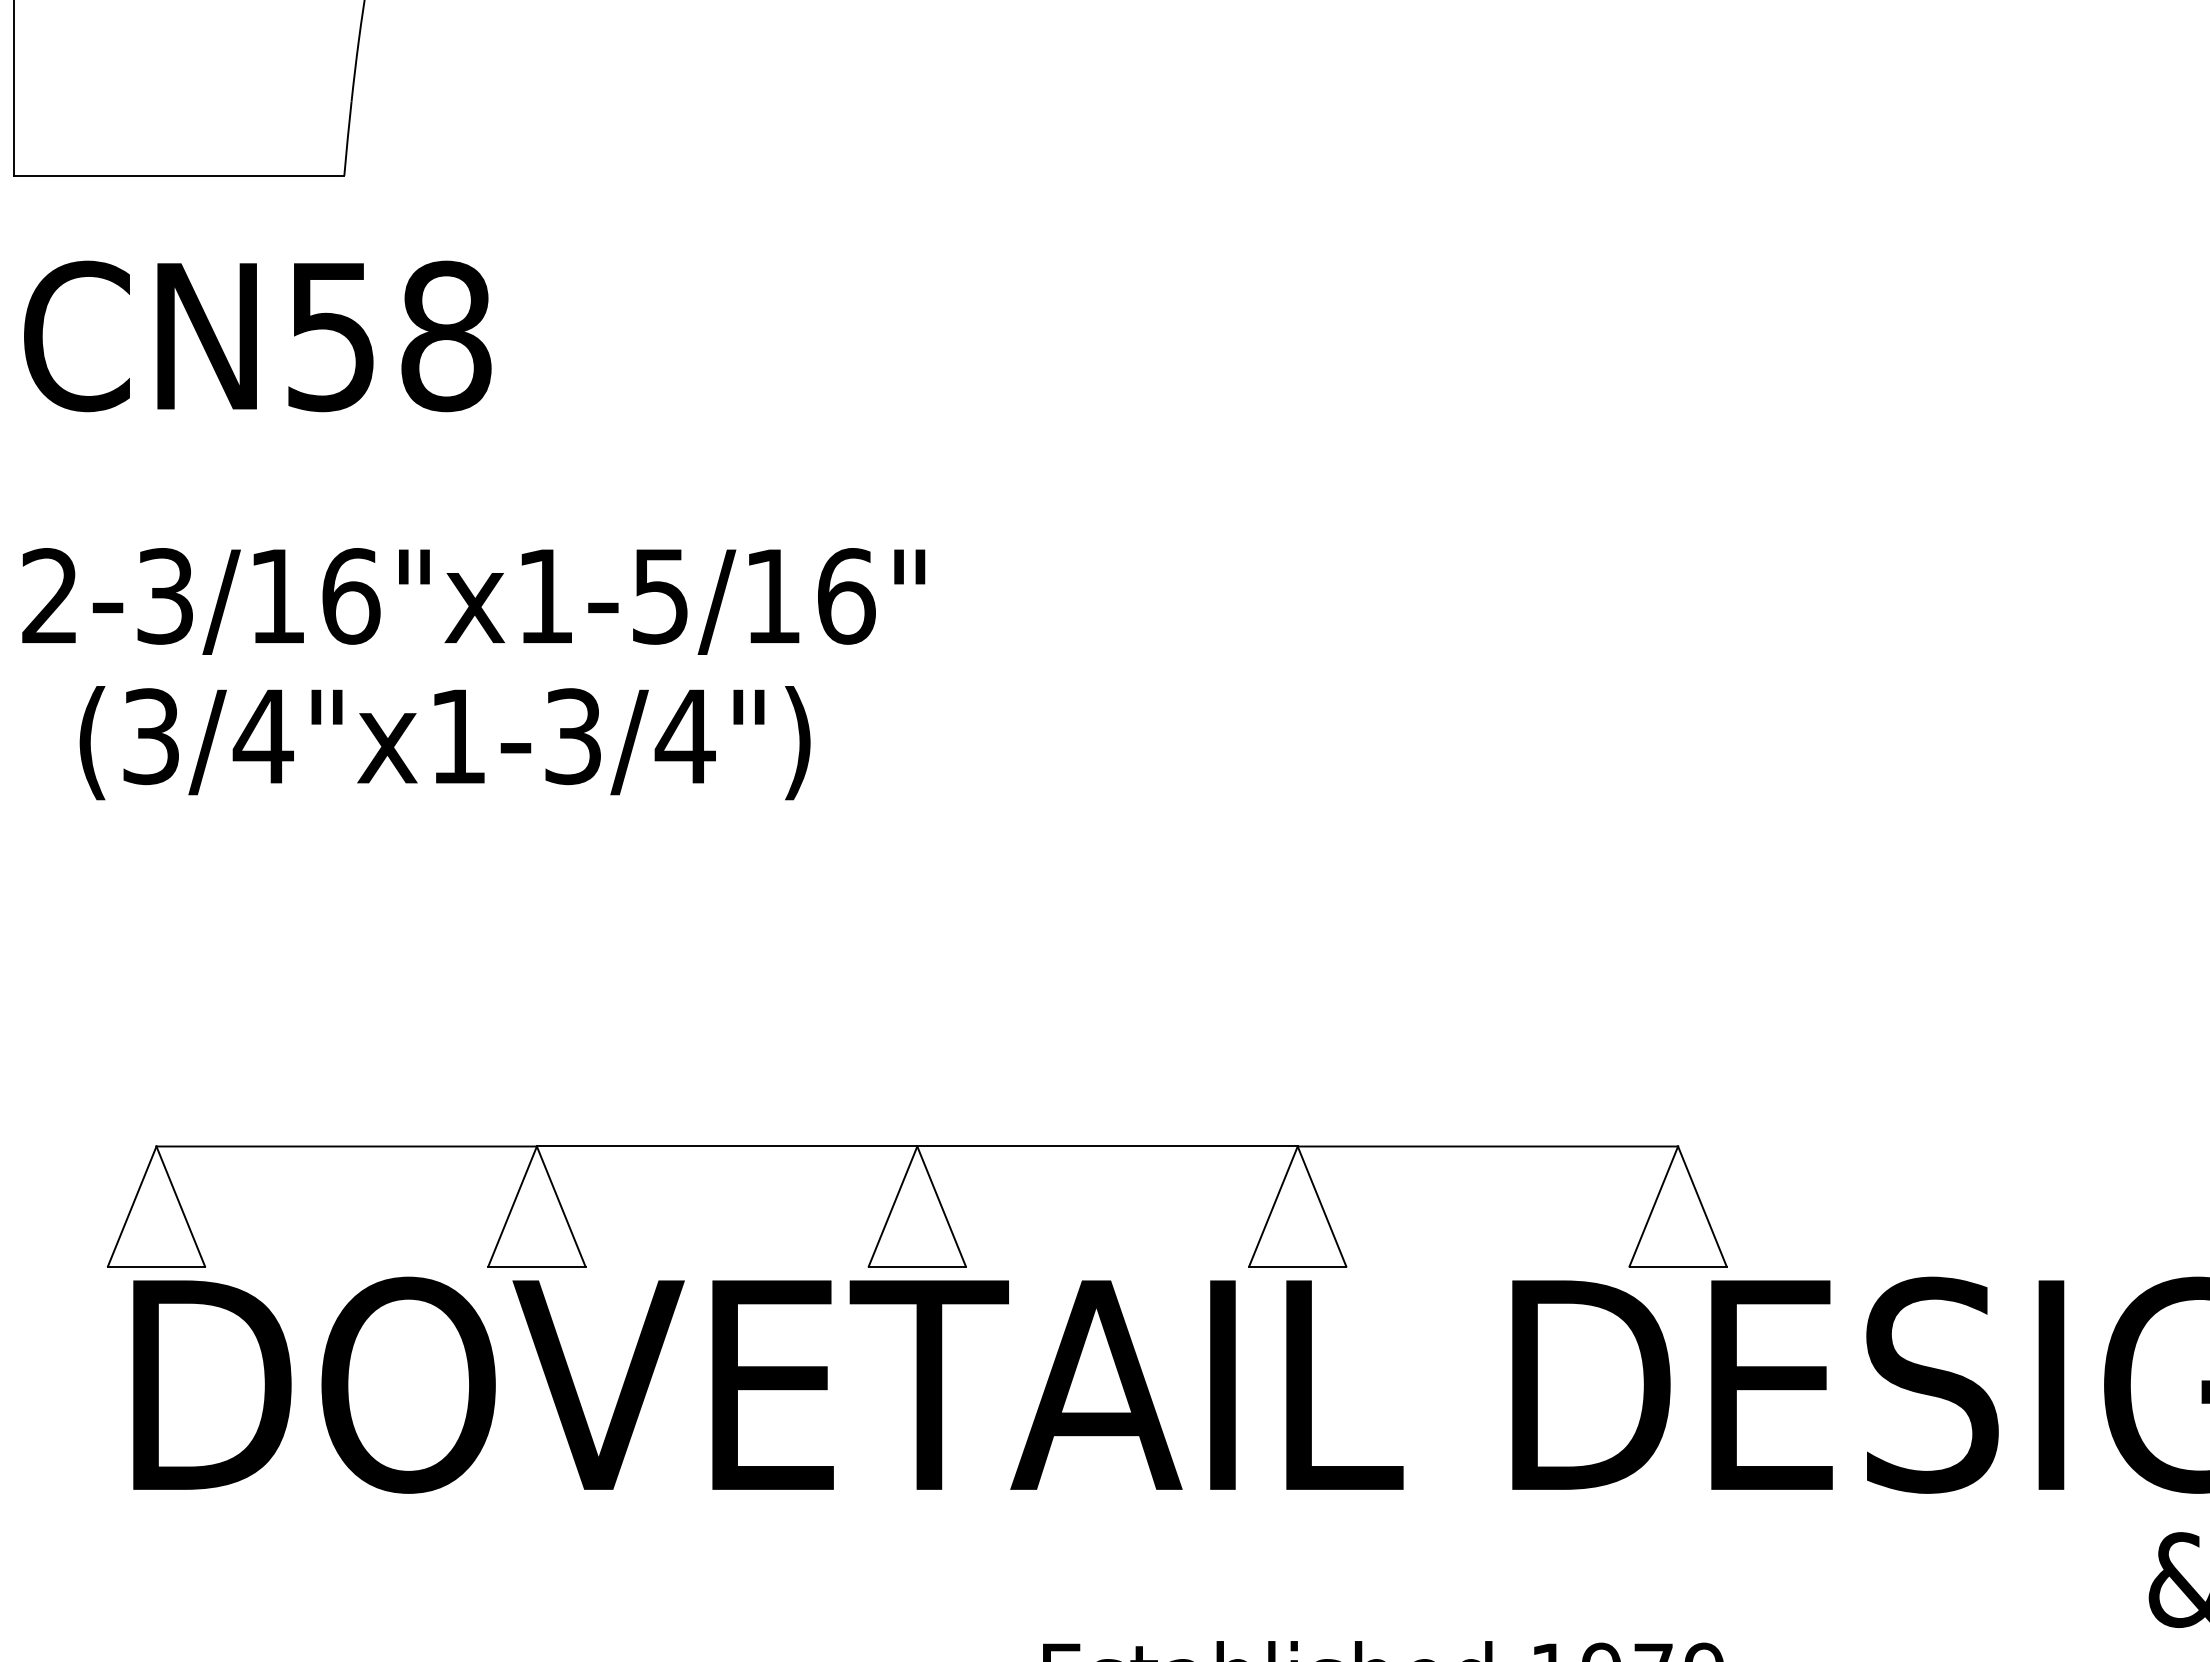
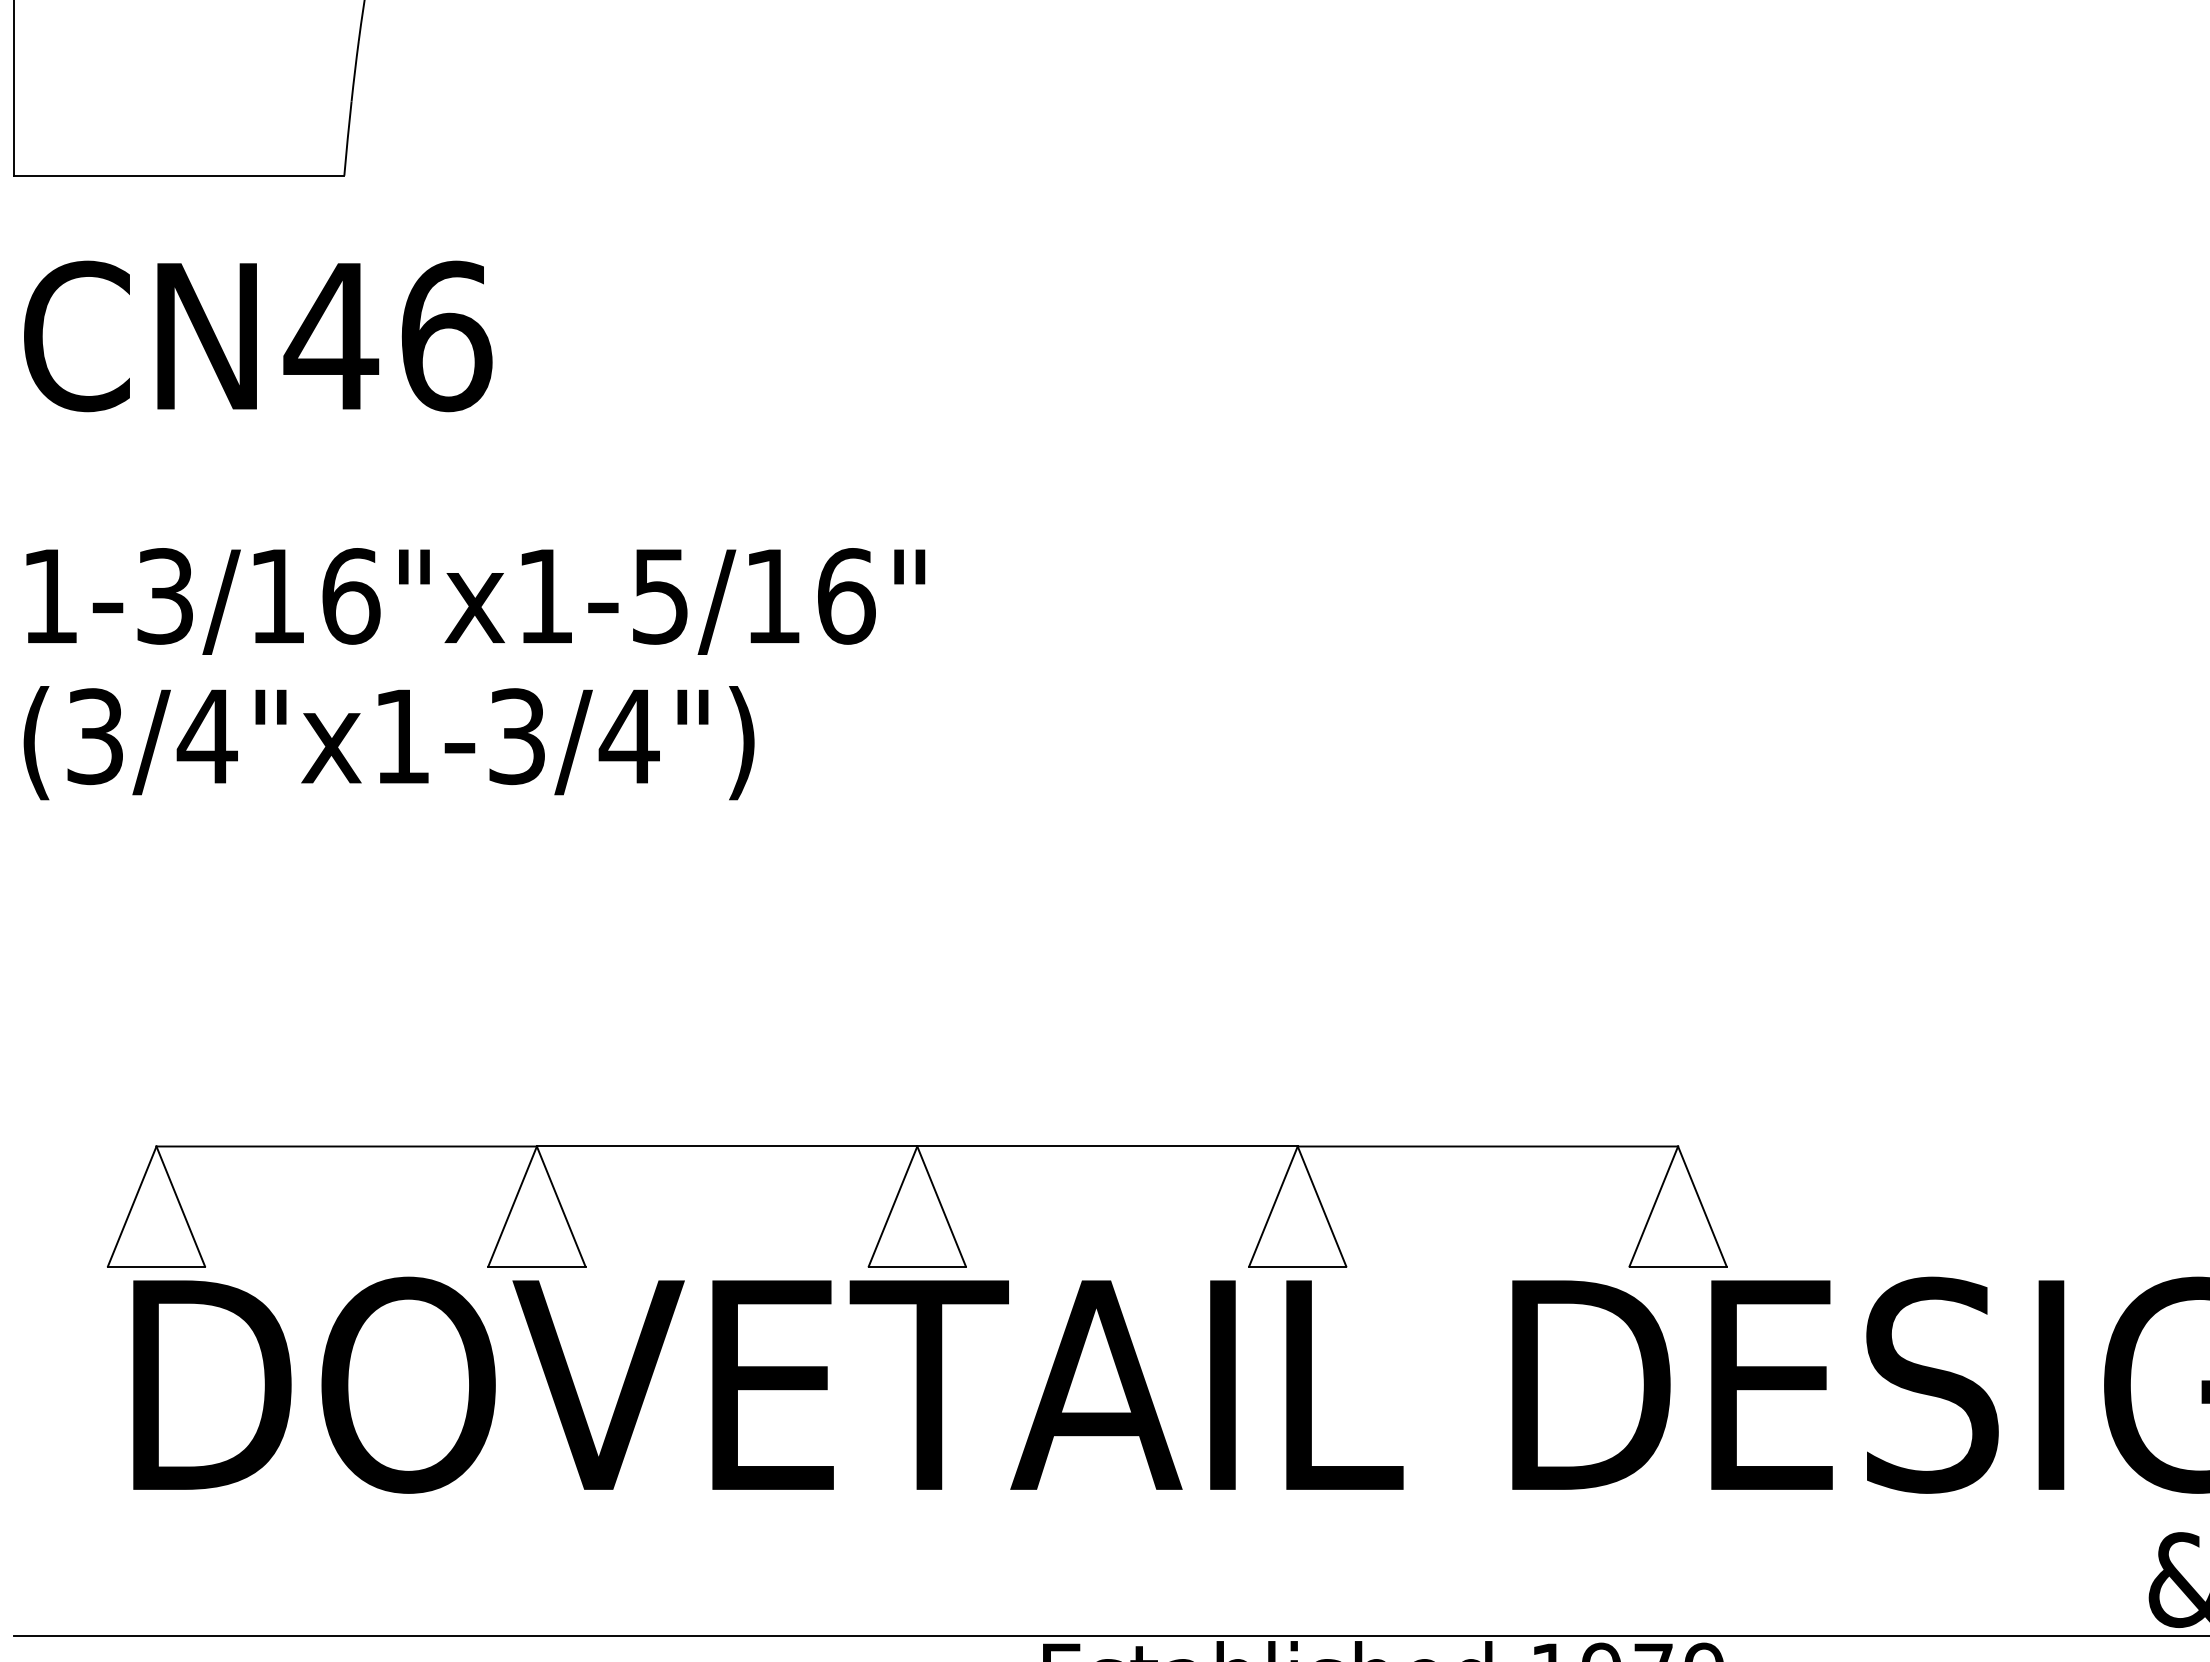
text at (387, 336): CN58 -> CN46
text at (49, 595): 2-3/16"x1-5/16" -> 1-3/16"x1-5/16"
text at (444, 743) position: (444, 743) -> (388, 743)
line at (1109, 1635): none -> present
